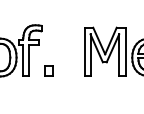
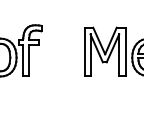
part at (48, 70): present -> none
